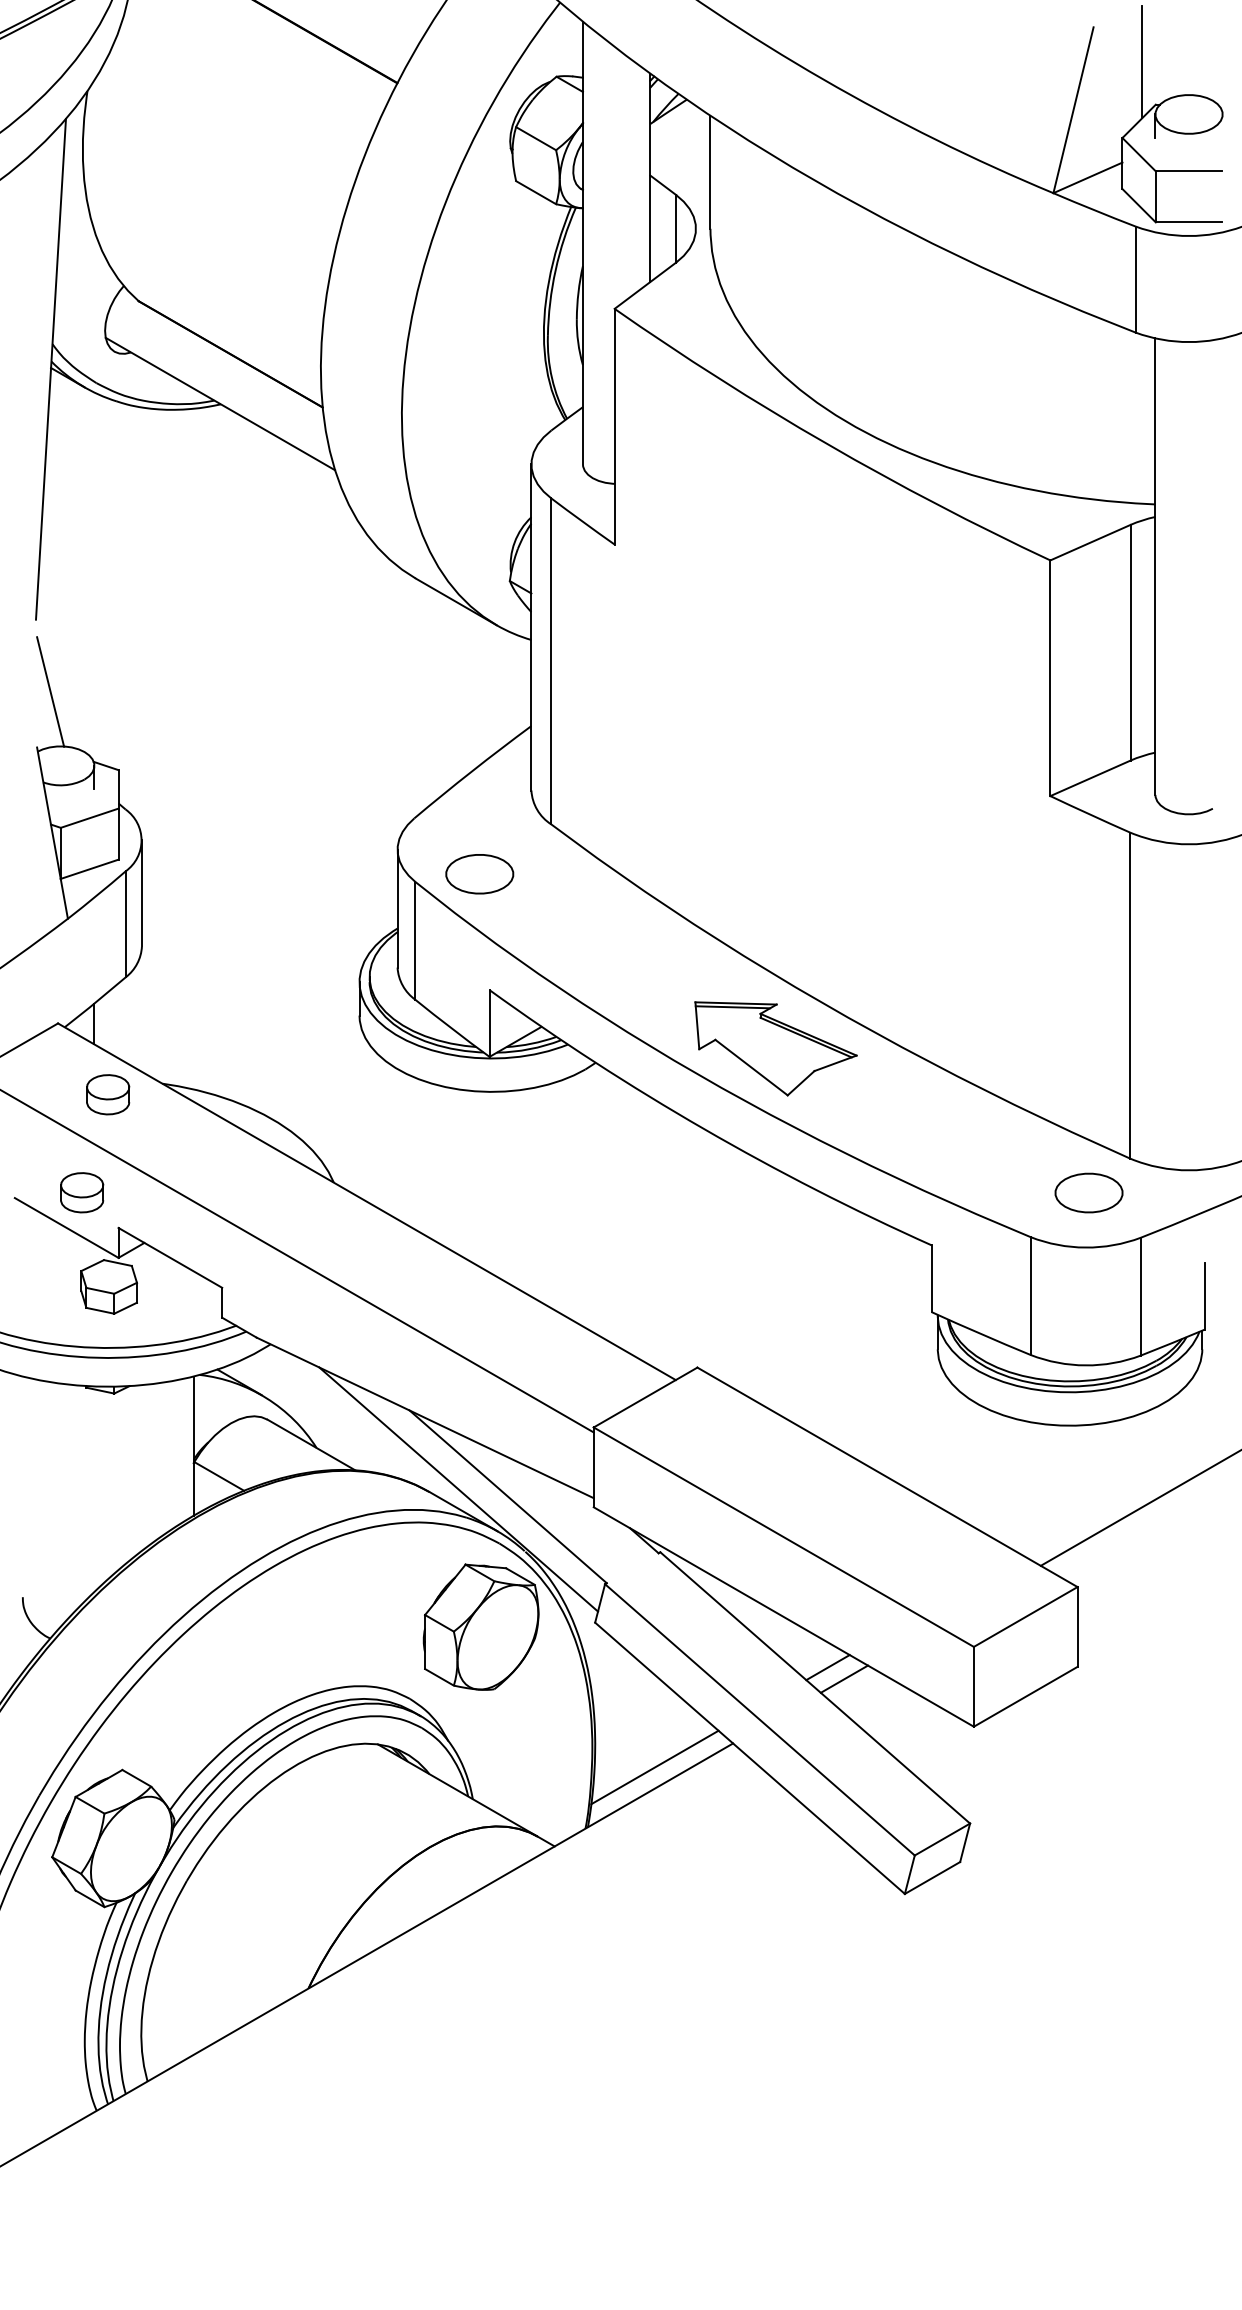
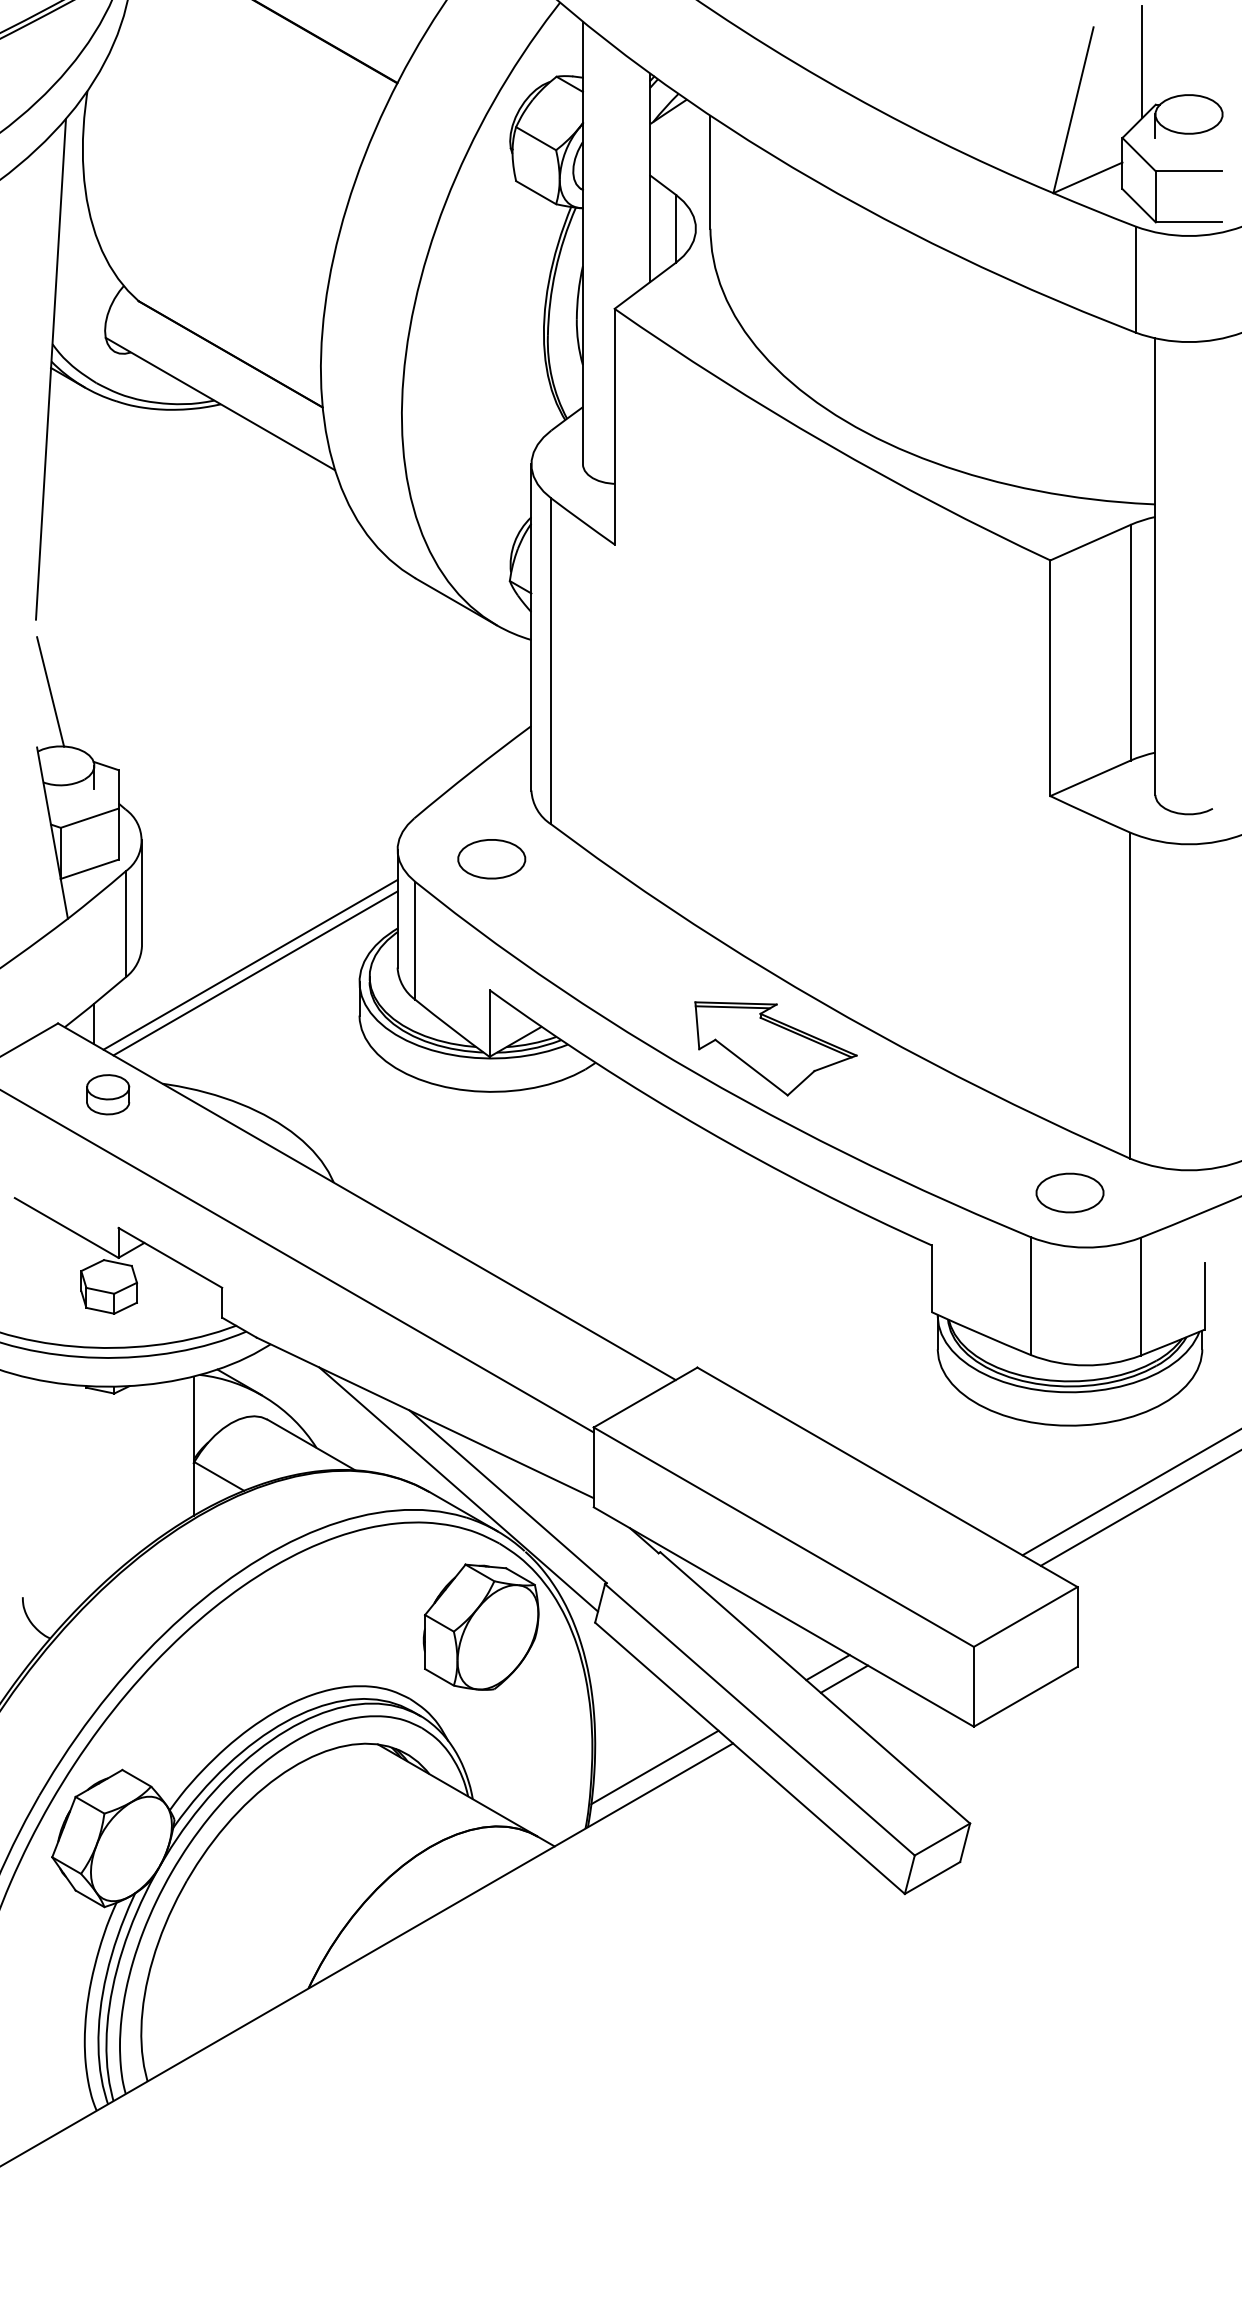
part at (479, 874) position: (479, 874) -> (491, 859)
line at (250, 964): none -> present
line at (255, 973): none -> present
part at (82, 1192): present -> none
part at (1088, 1192) position: (1088, 1192) -> (1069, 1192)
line at (1130, 1492): none -> present
